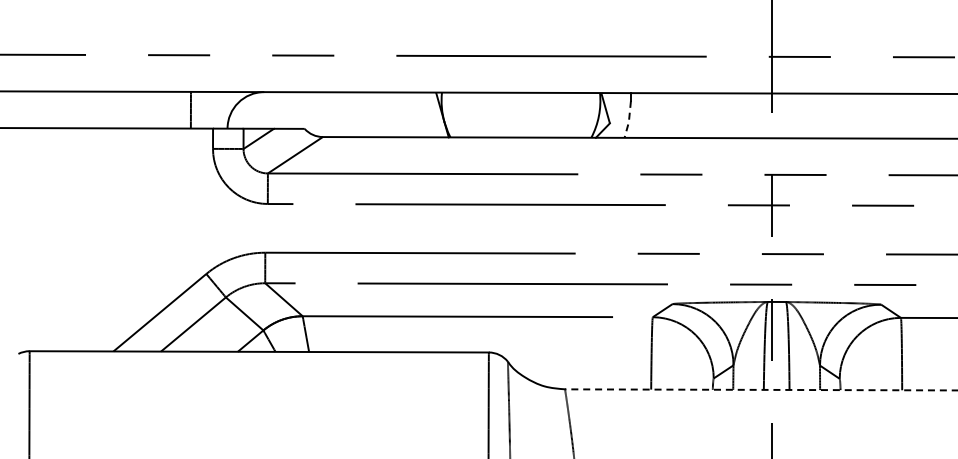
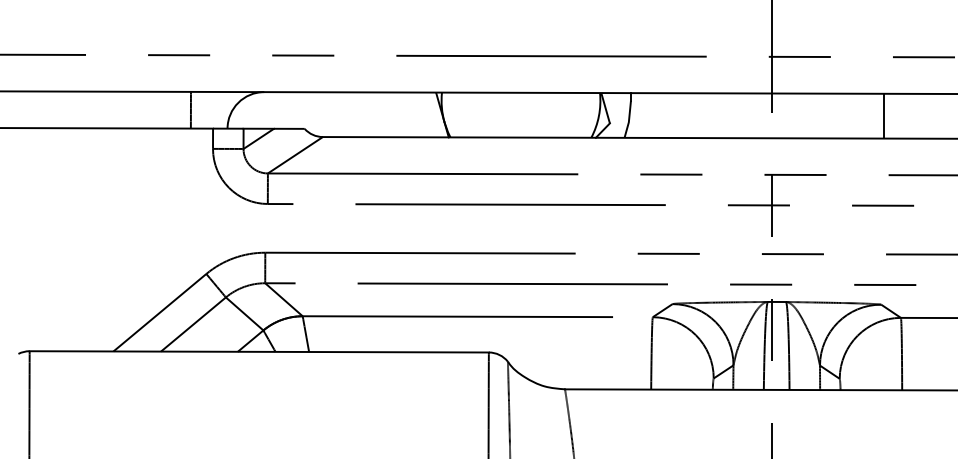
line at (883, 115): none -> present
line at (629, 120): dashed -> solid
line at (760, 389): dashed -> solid
